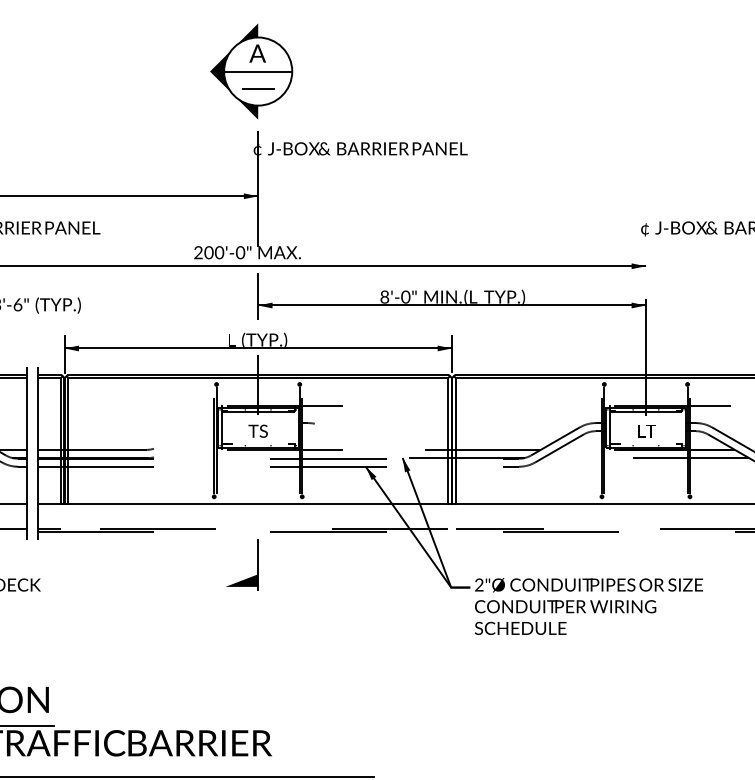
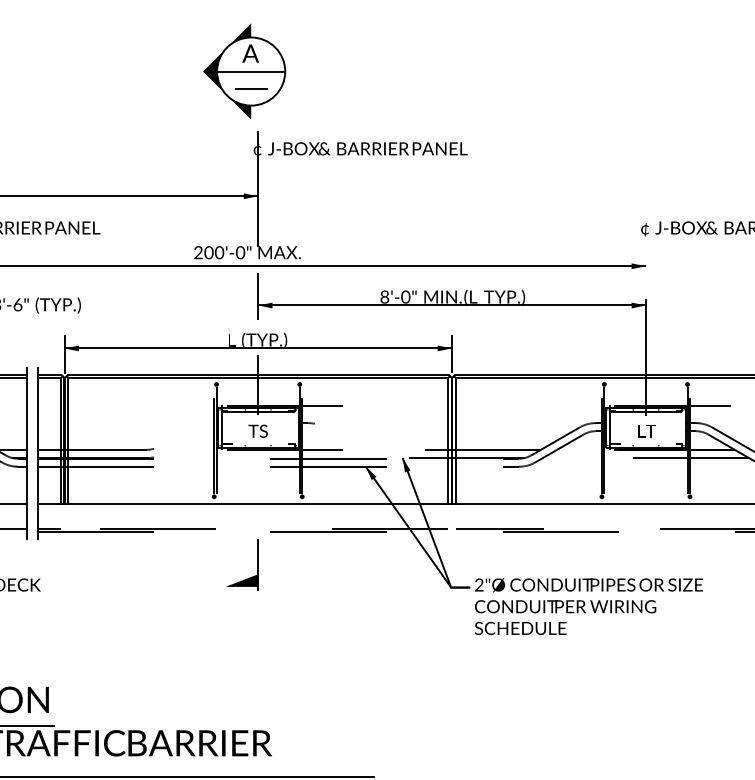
part at (251, 71) position: (251, 71) -> (244, 71)
